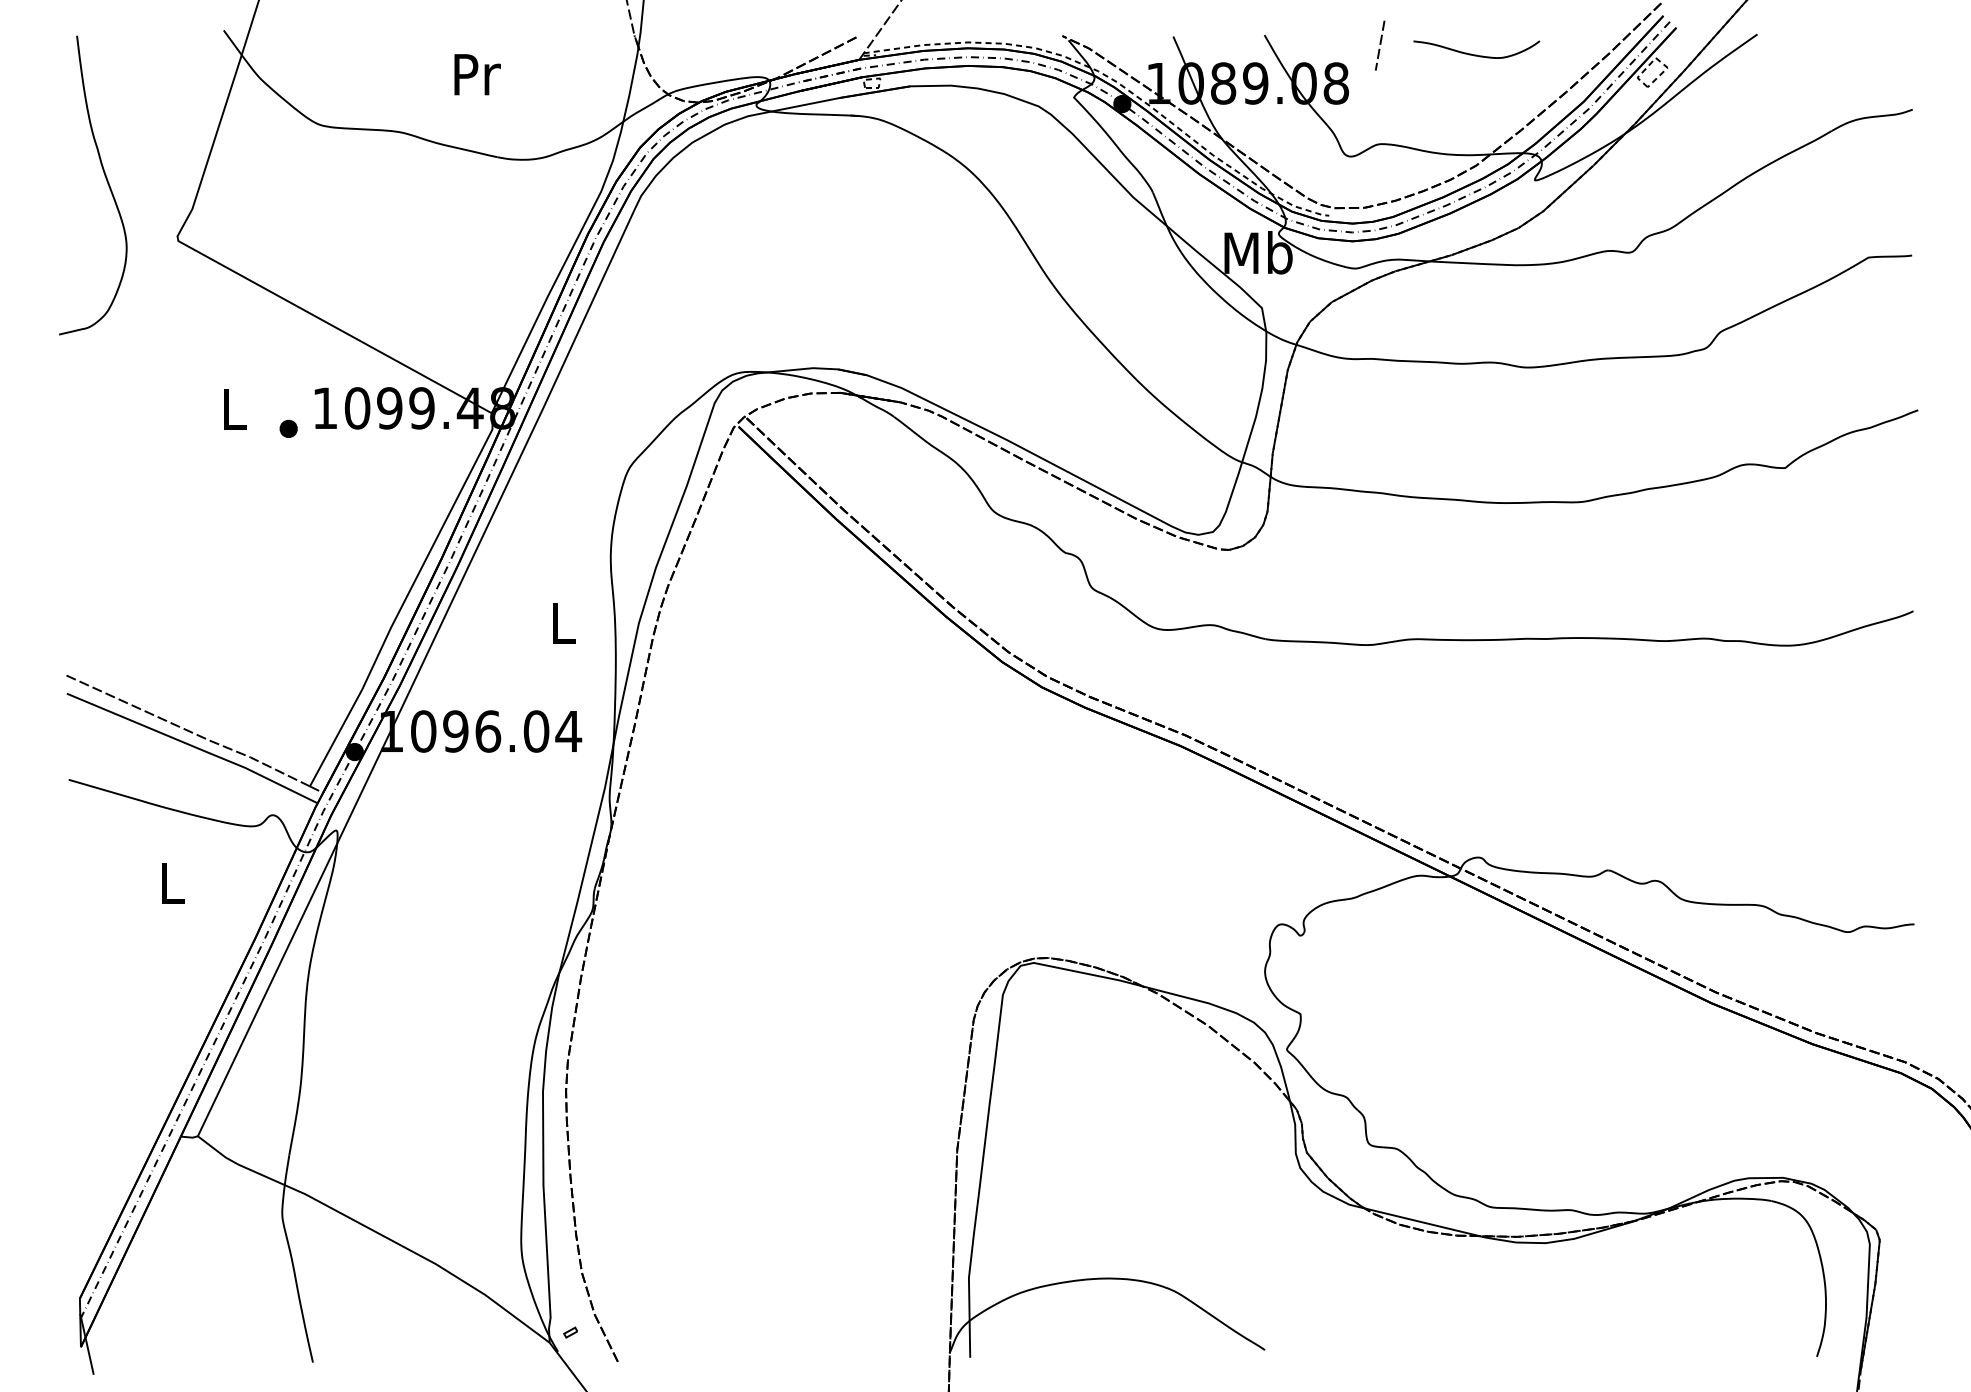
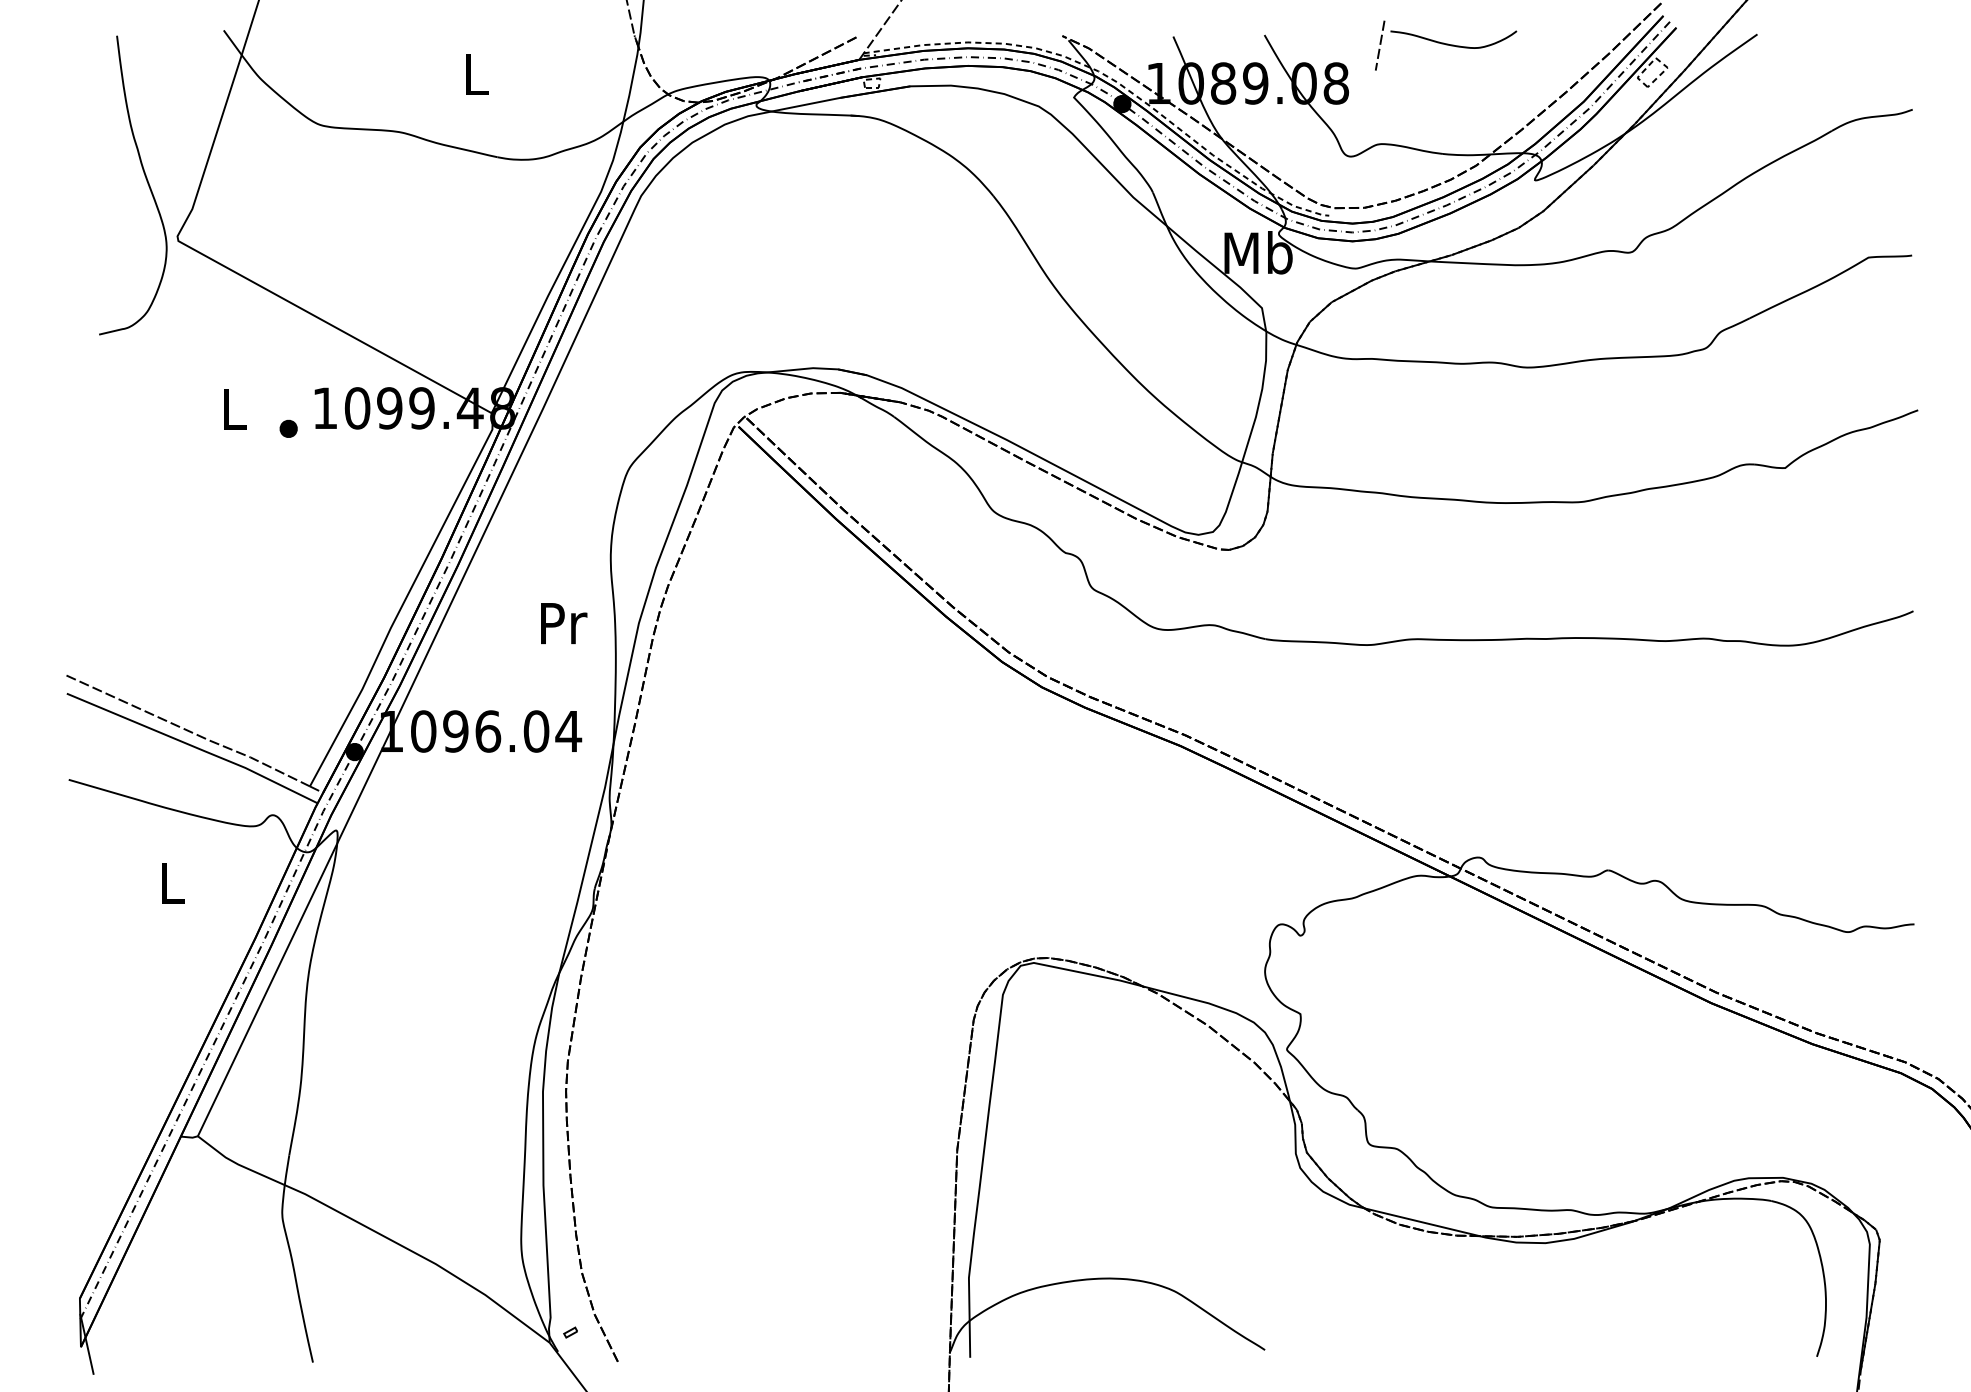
curve at (1476, 54) position: (1476, 54) -> (1453, 44)
text at (477, 74): Pr -> L
curve at (106, 181) position: (106, 181) -> (146, 181)
text at (564, 623): L -> Pr
